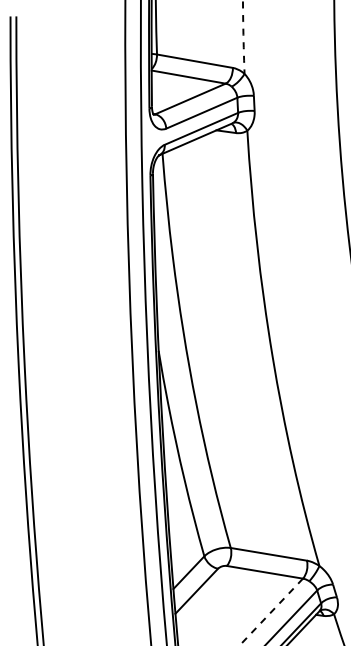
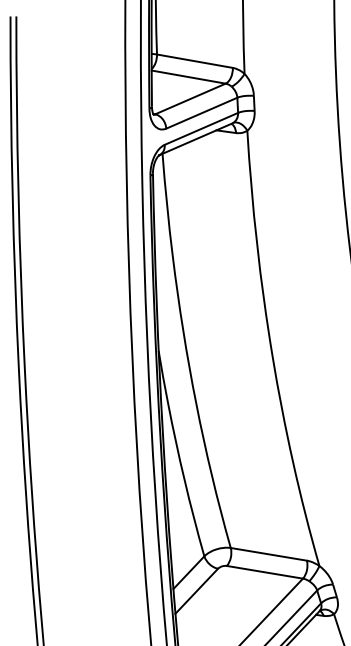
arc at (243, 37): dashed -> solid
line at (270, 612): dashed -> solid
